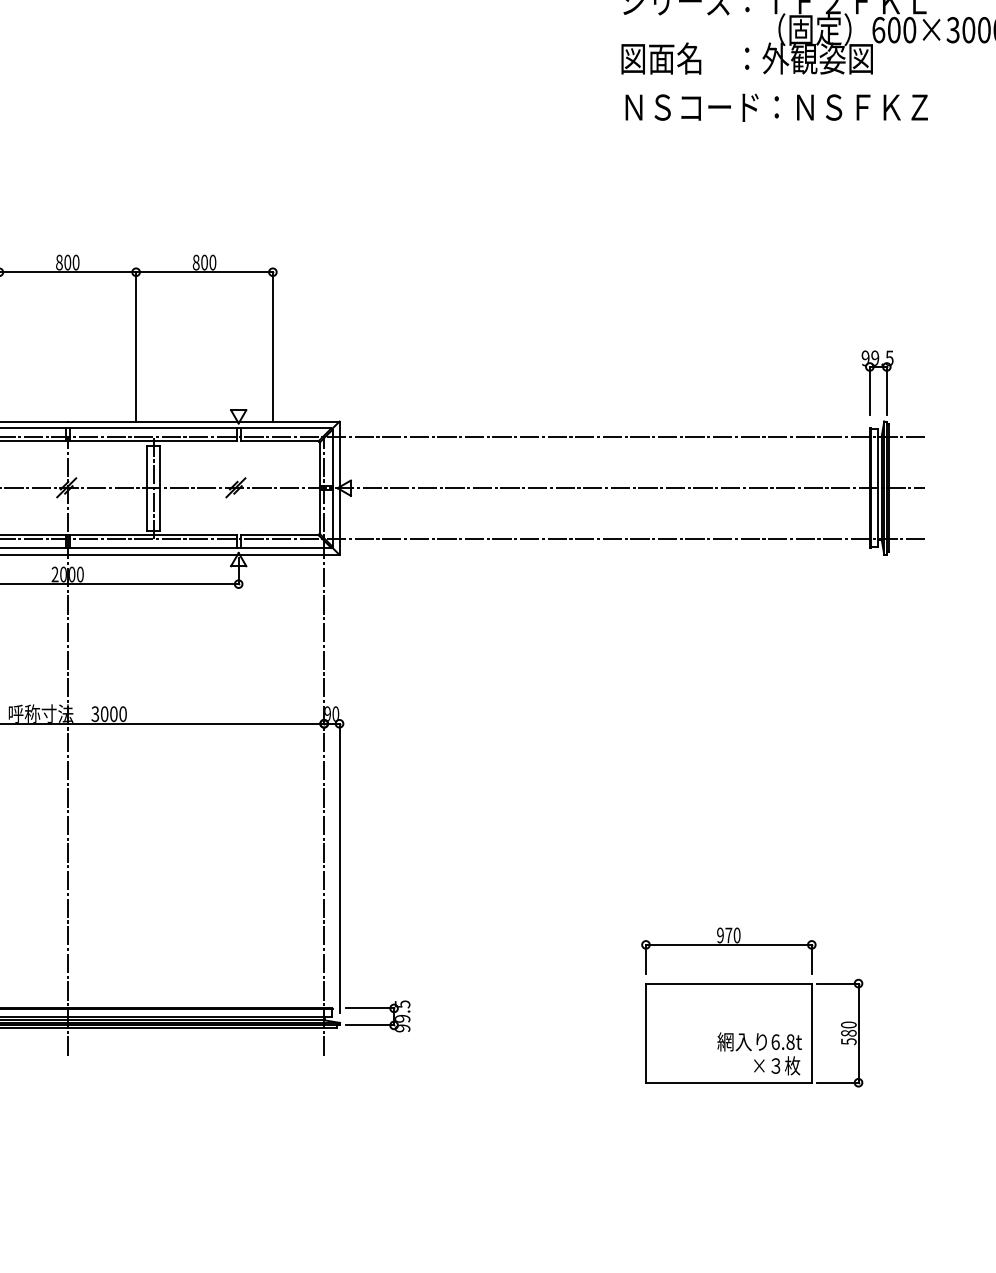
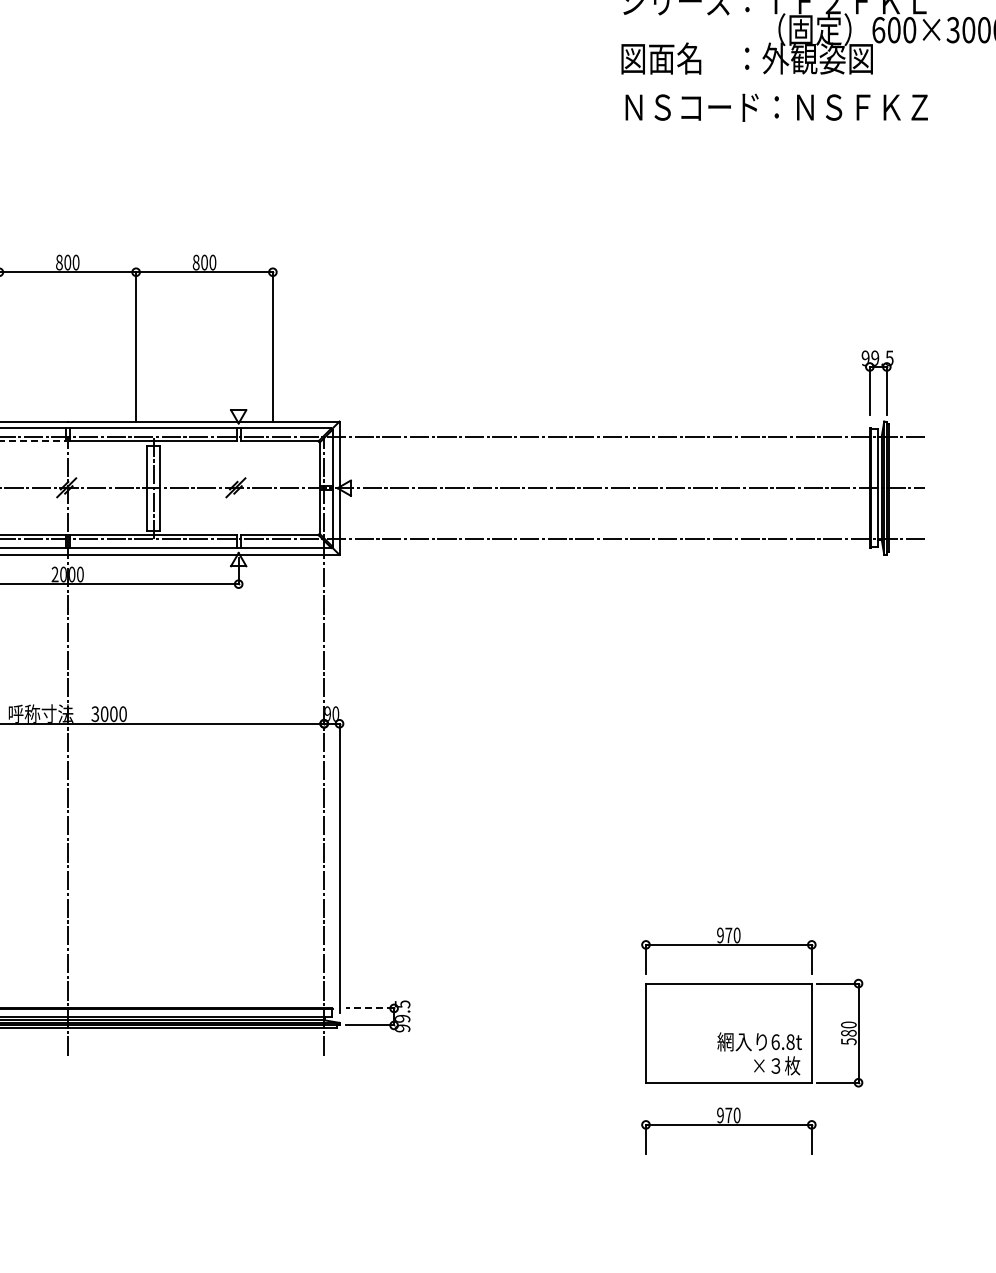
line at (33, 441): solid -> dashed
line at (370, 1008): solid -> dashed
part at (728, 1130): none -> present
